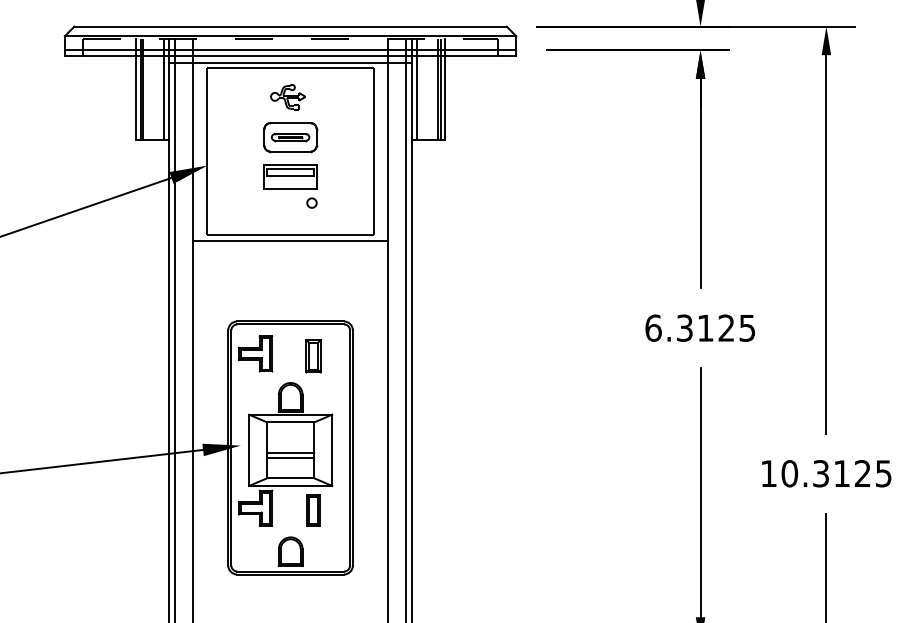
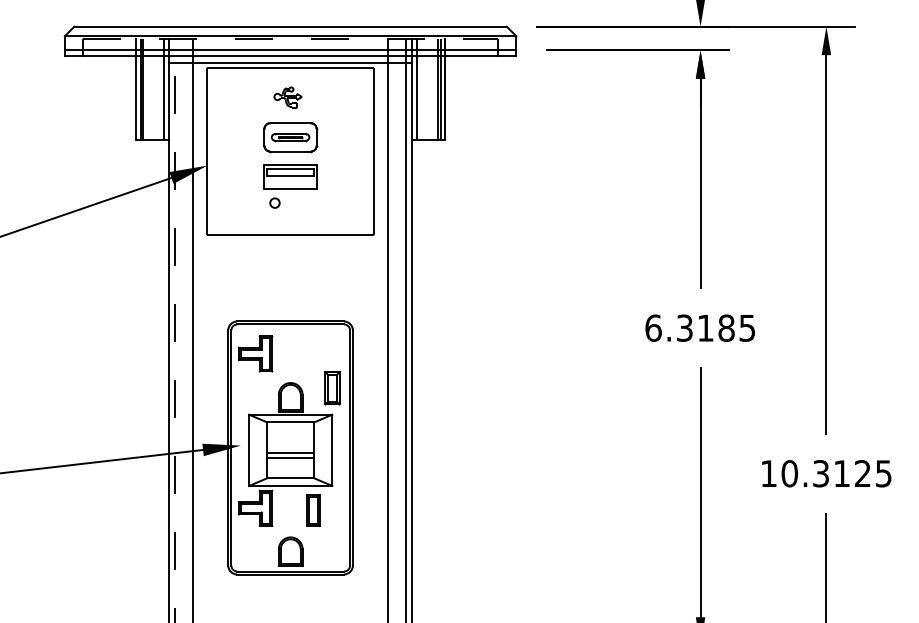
part at (287, 97) size: 36x27 px -> 30x23 px
part at (311, 202) position: (311, 202) -> (274, 202)
line at (290, 240): present -> none
text at (726, 327): 6.3125 -> 6.3185
line at (175, 330): solid -> dashed
part at (313, 356) position: (313, 356) -> (332, 388)
